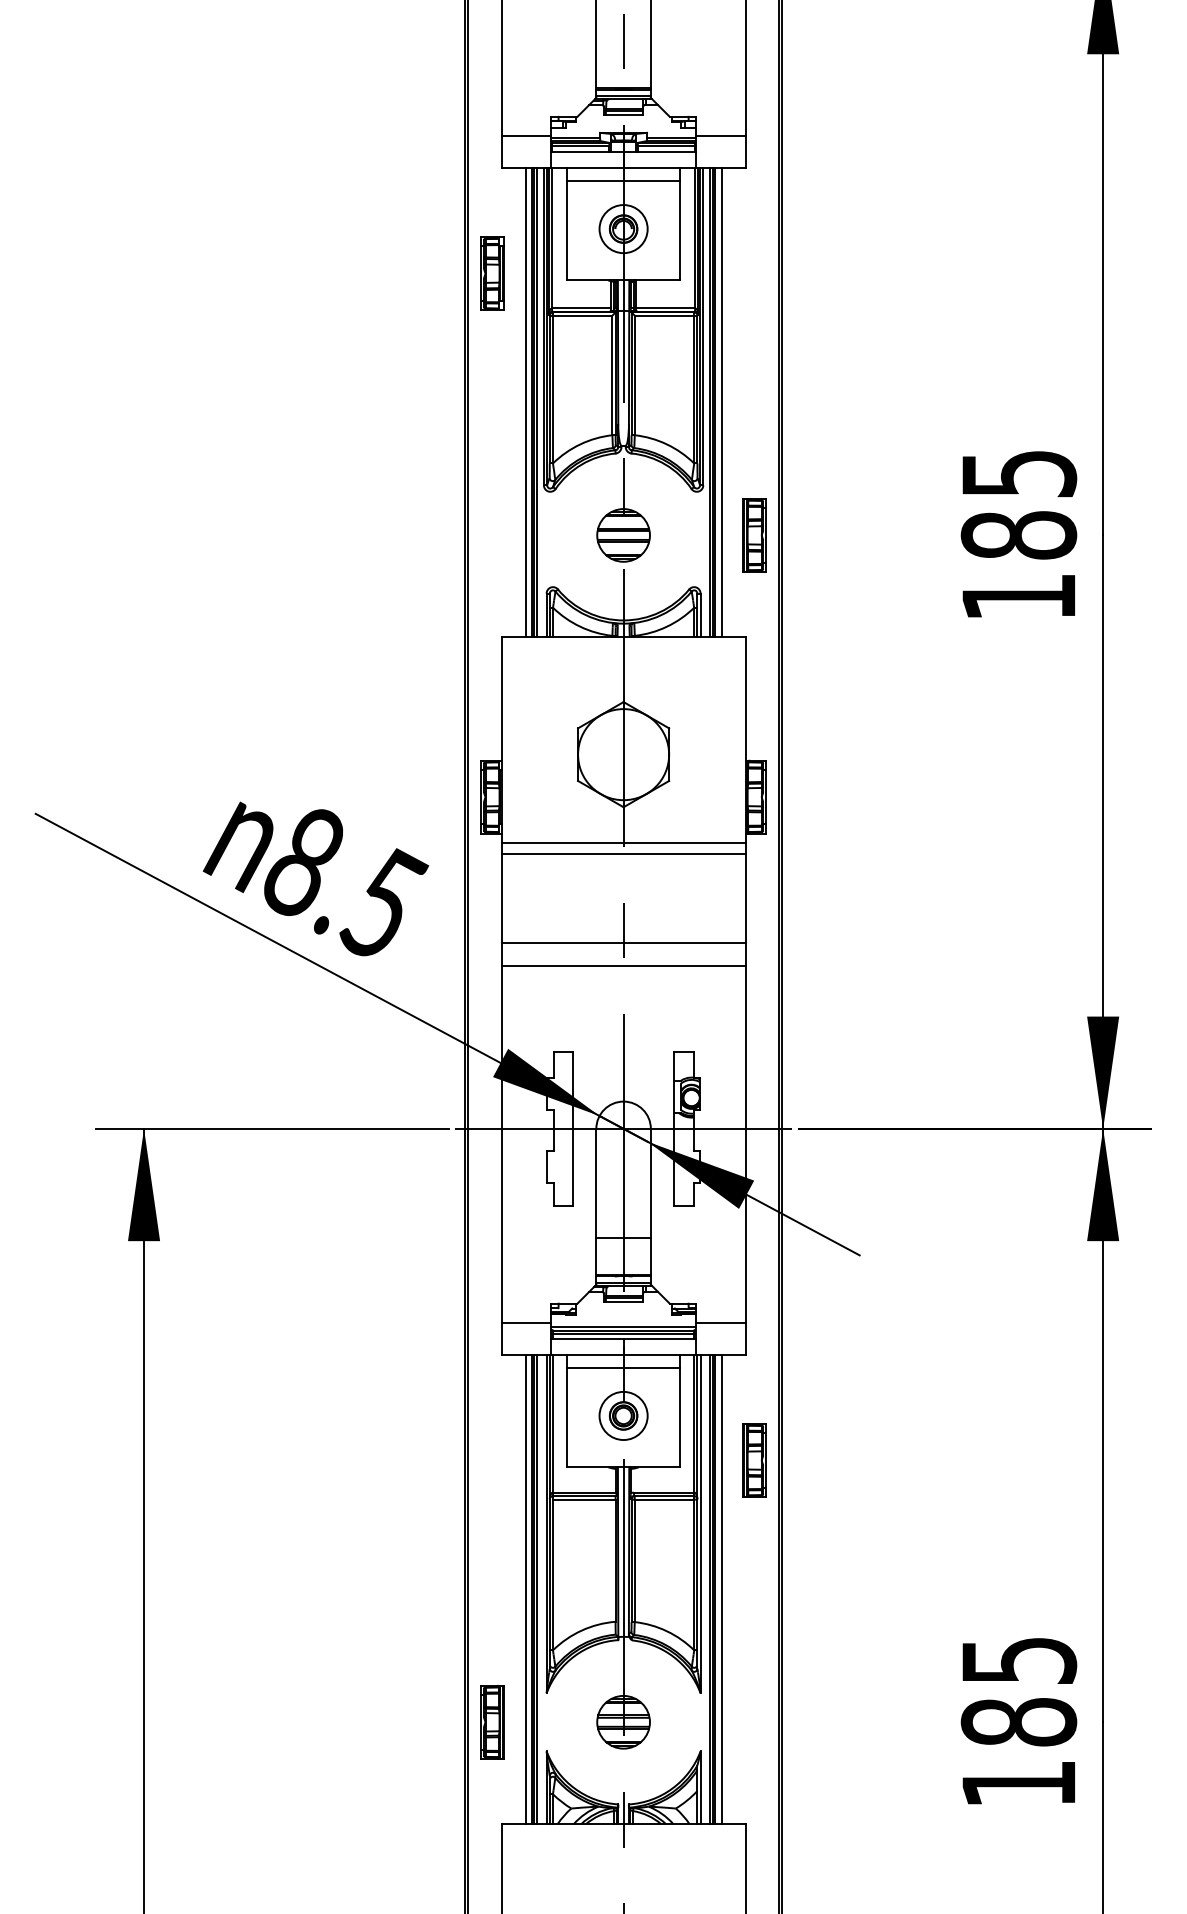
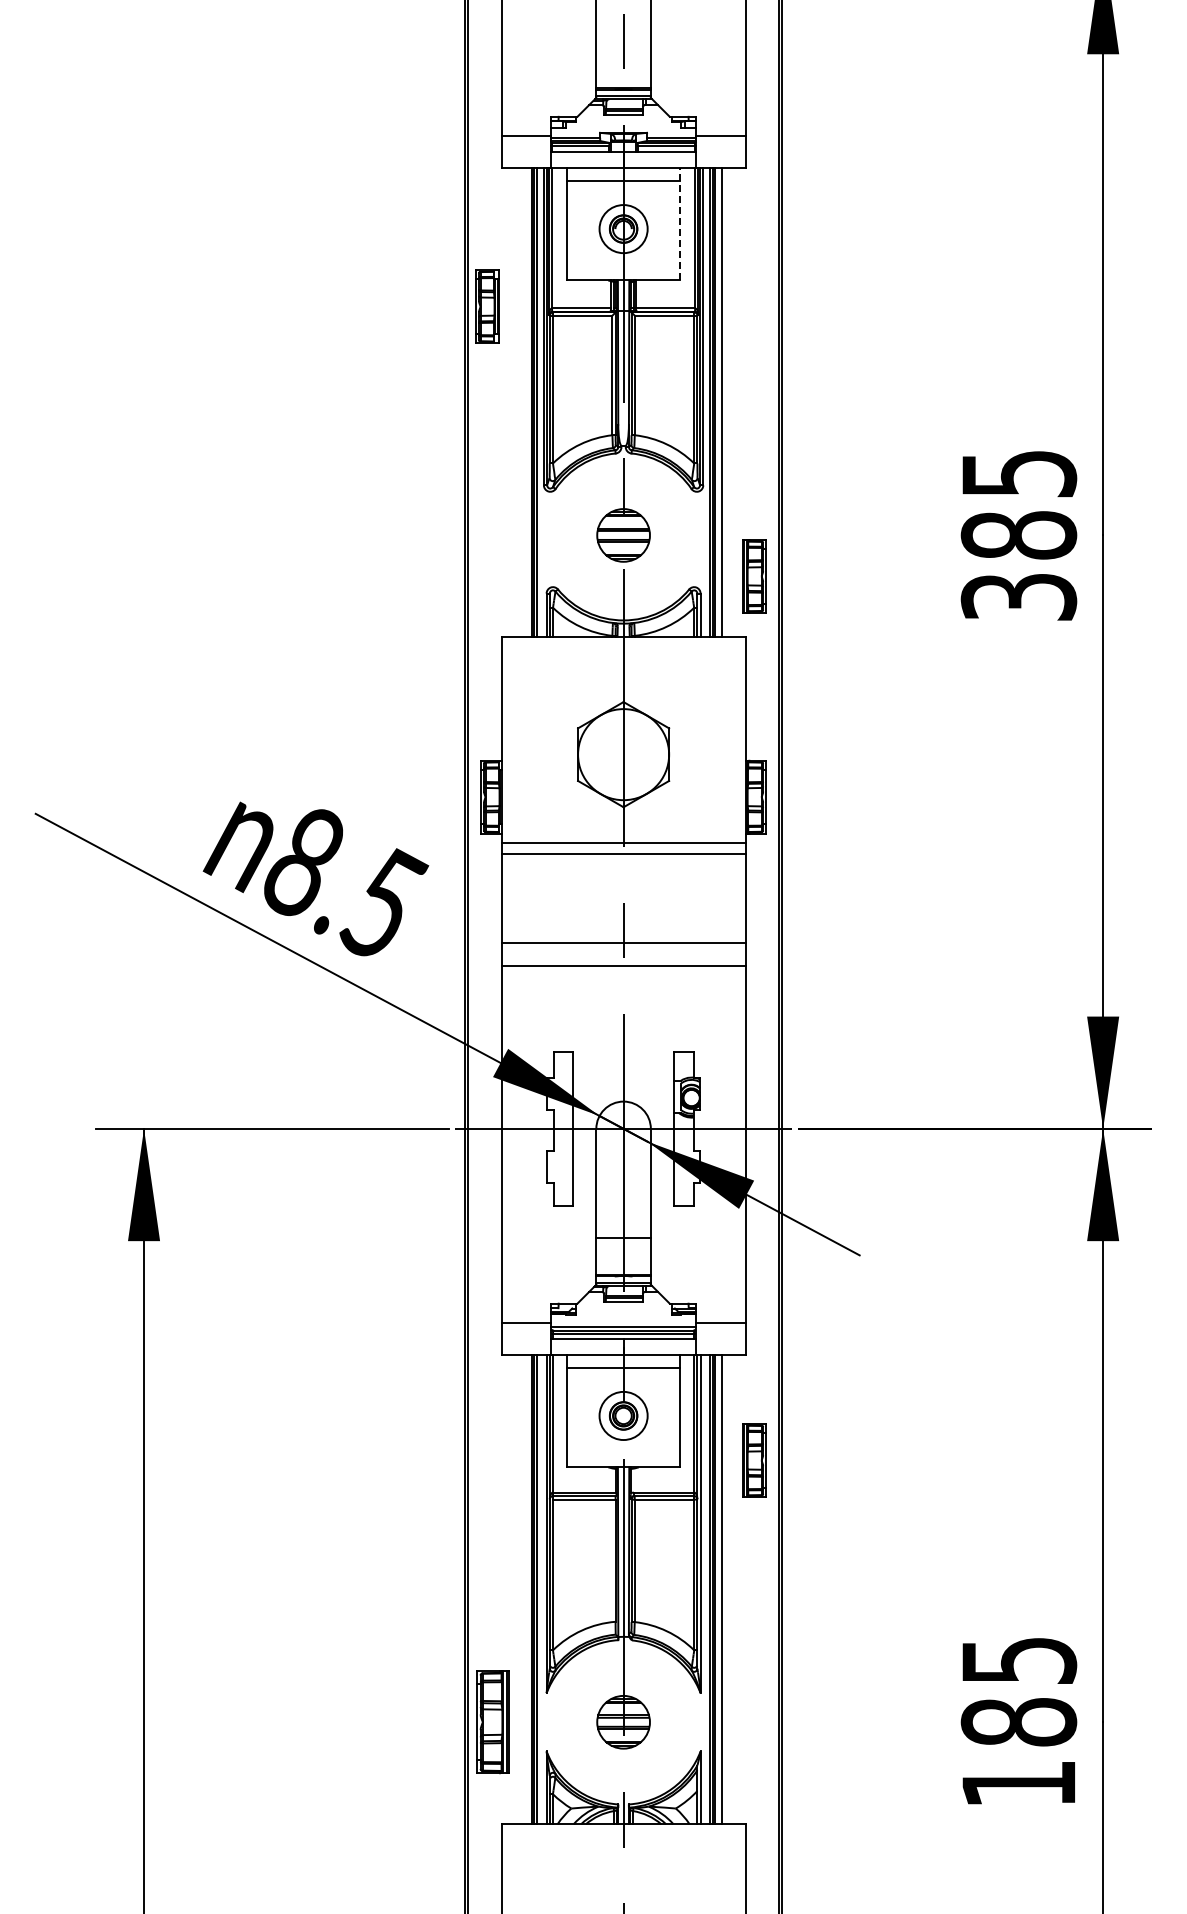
line at (679, 223): solid -> dashed
part at (492, 273) position: (492, 273) -> (487, 306)
line at (525, 402): present -> none
part at (754, 535) position: (754, 535) -> (754, 576)
text at (1018, 597): 185 -> 385
line at (525, 1589): present -> none
part at (492, 1722) size: 25x75 px -> 34x105 px
